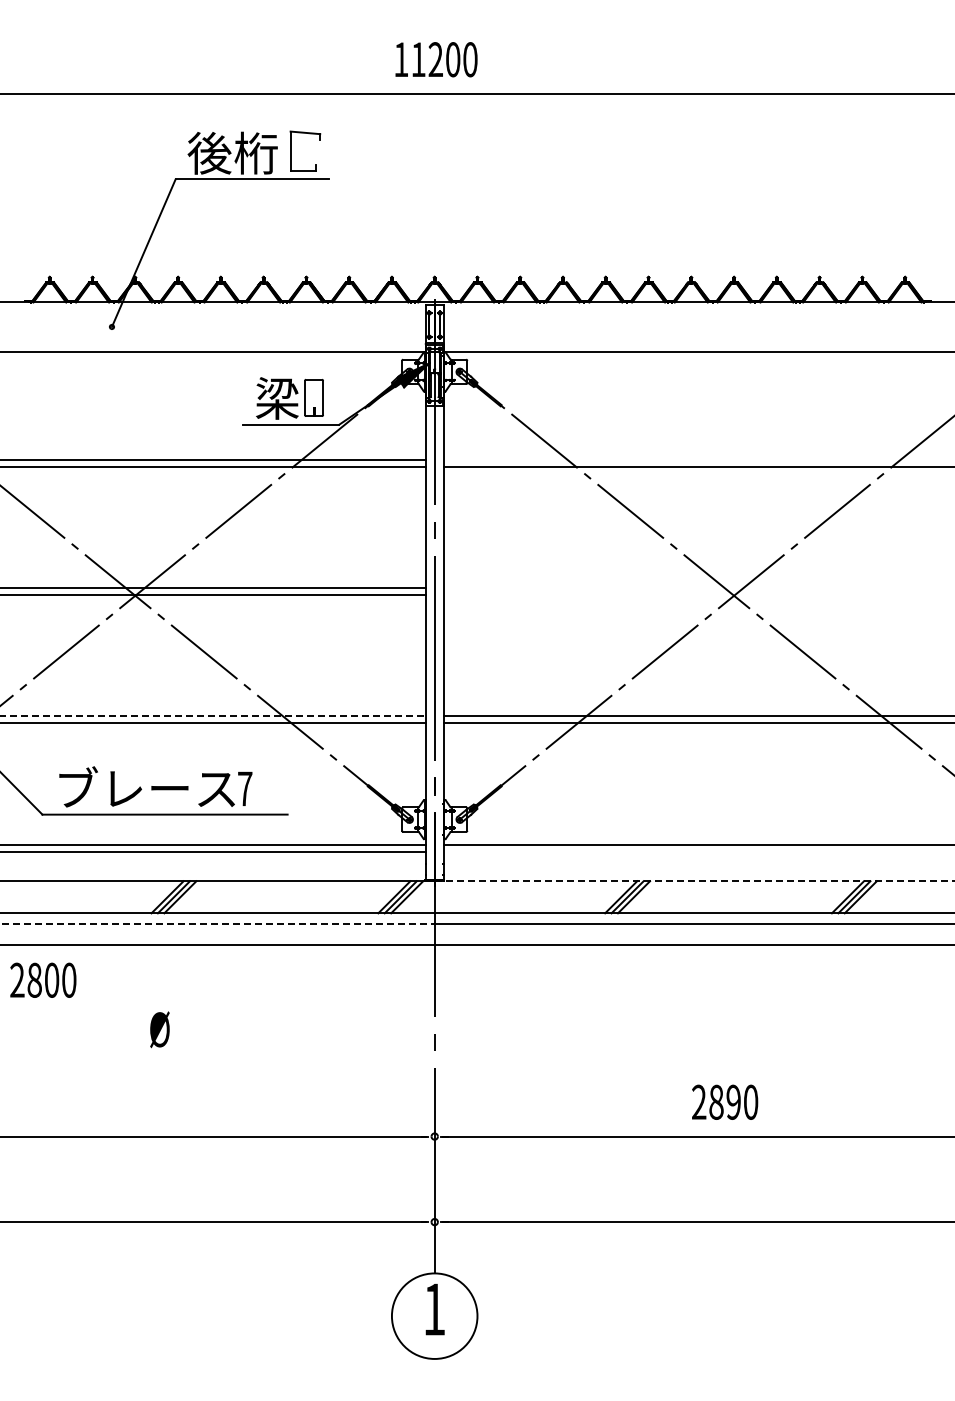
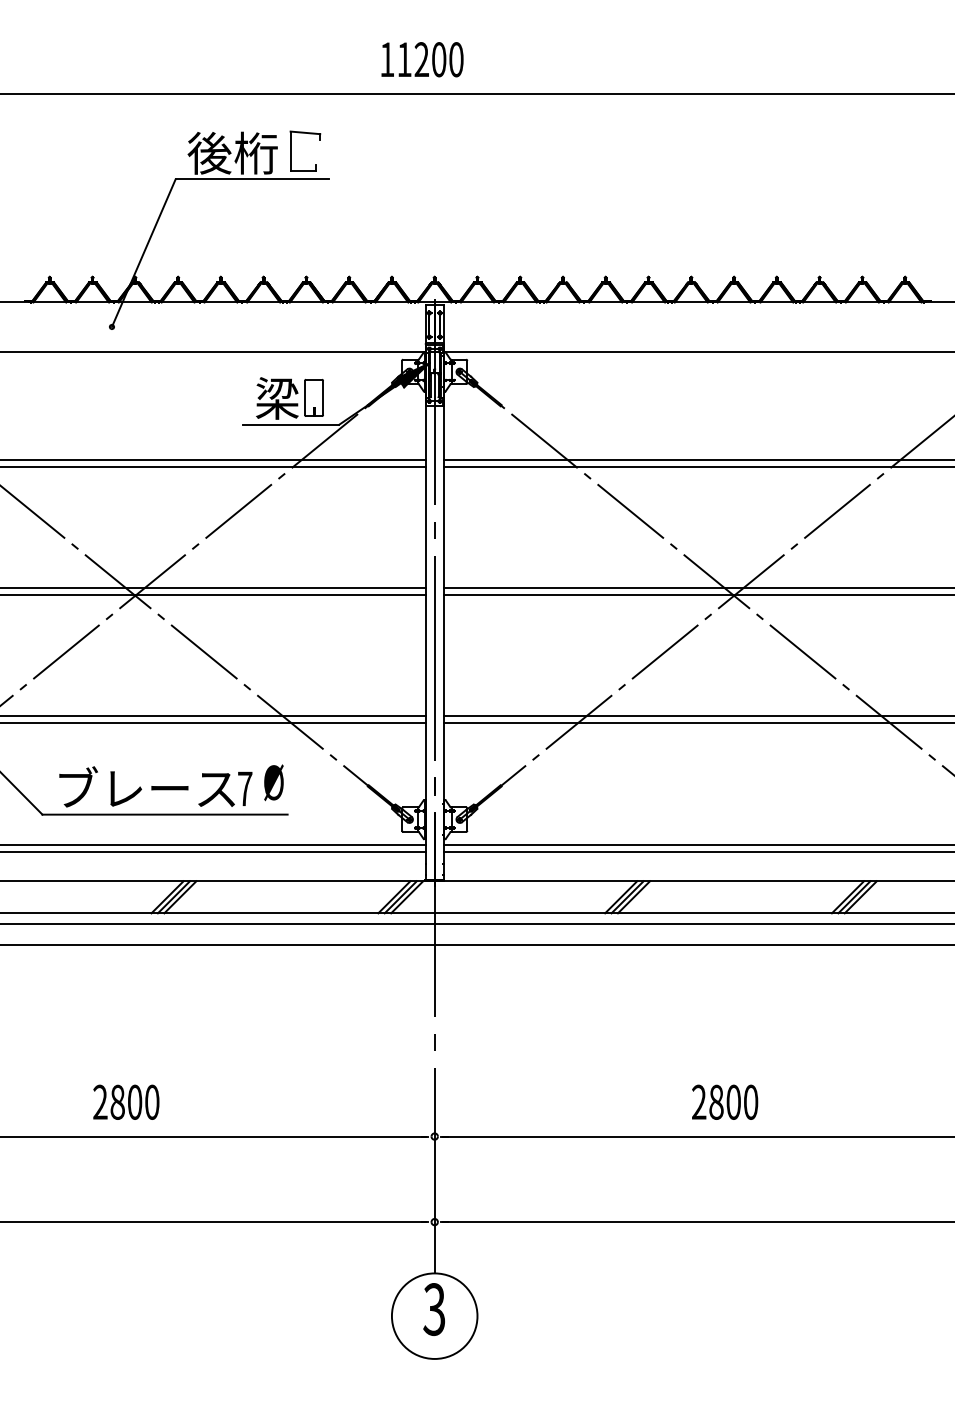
text at (436, 59) position: (436, 59) -> (422, 59)
line at (697, 459): none -> present
line at (697, 588): none -> present
line at (697, 595): none -> present
line at (213, 716): dashed -> solid
line at (697, 851): none -> present
line at (694, 881): dashed -> solid
line at (217, 924): dashed -> solid
text at (43, 979) position: (43, 979) -> (126, 1101)
text at (159, 1029) position: (159, 1029) -> (273, 782)
text at (733, 1101): 2890 -> 2800
text at (434, 1309): 1 -> 3
